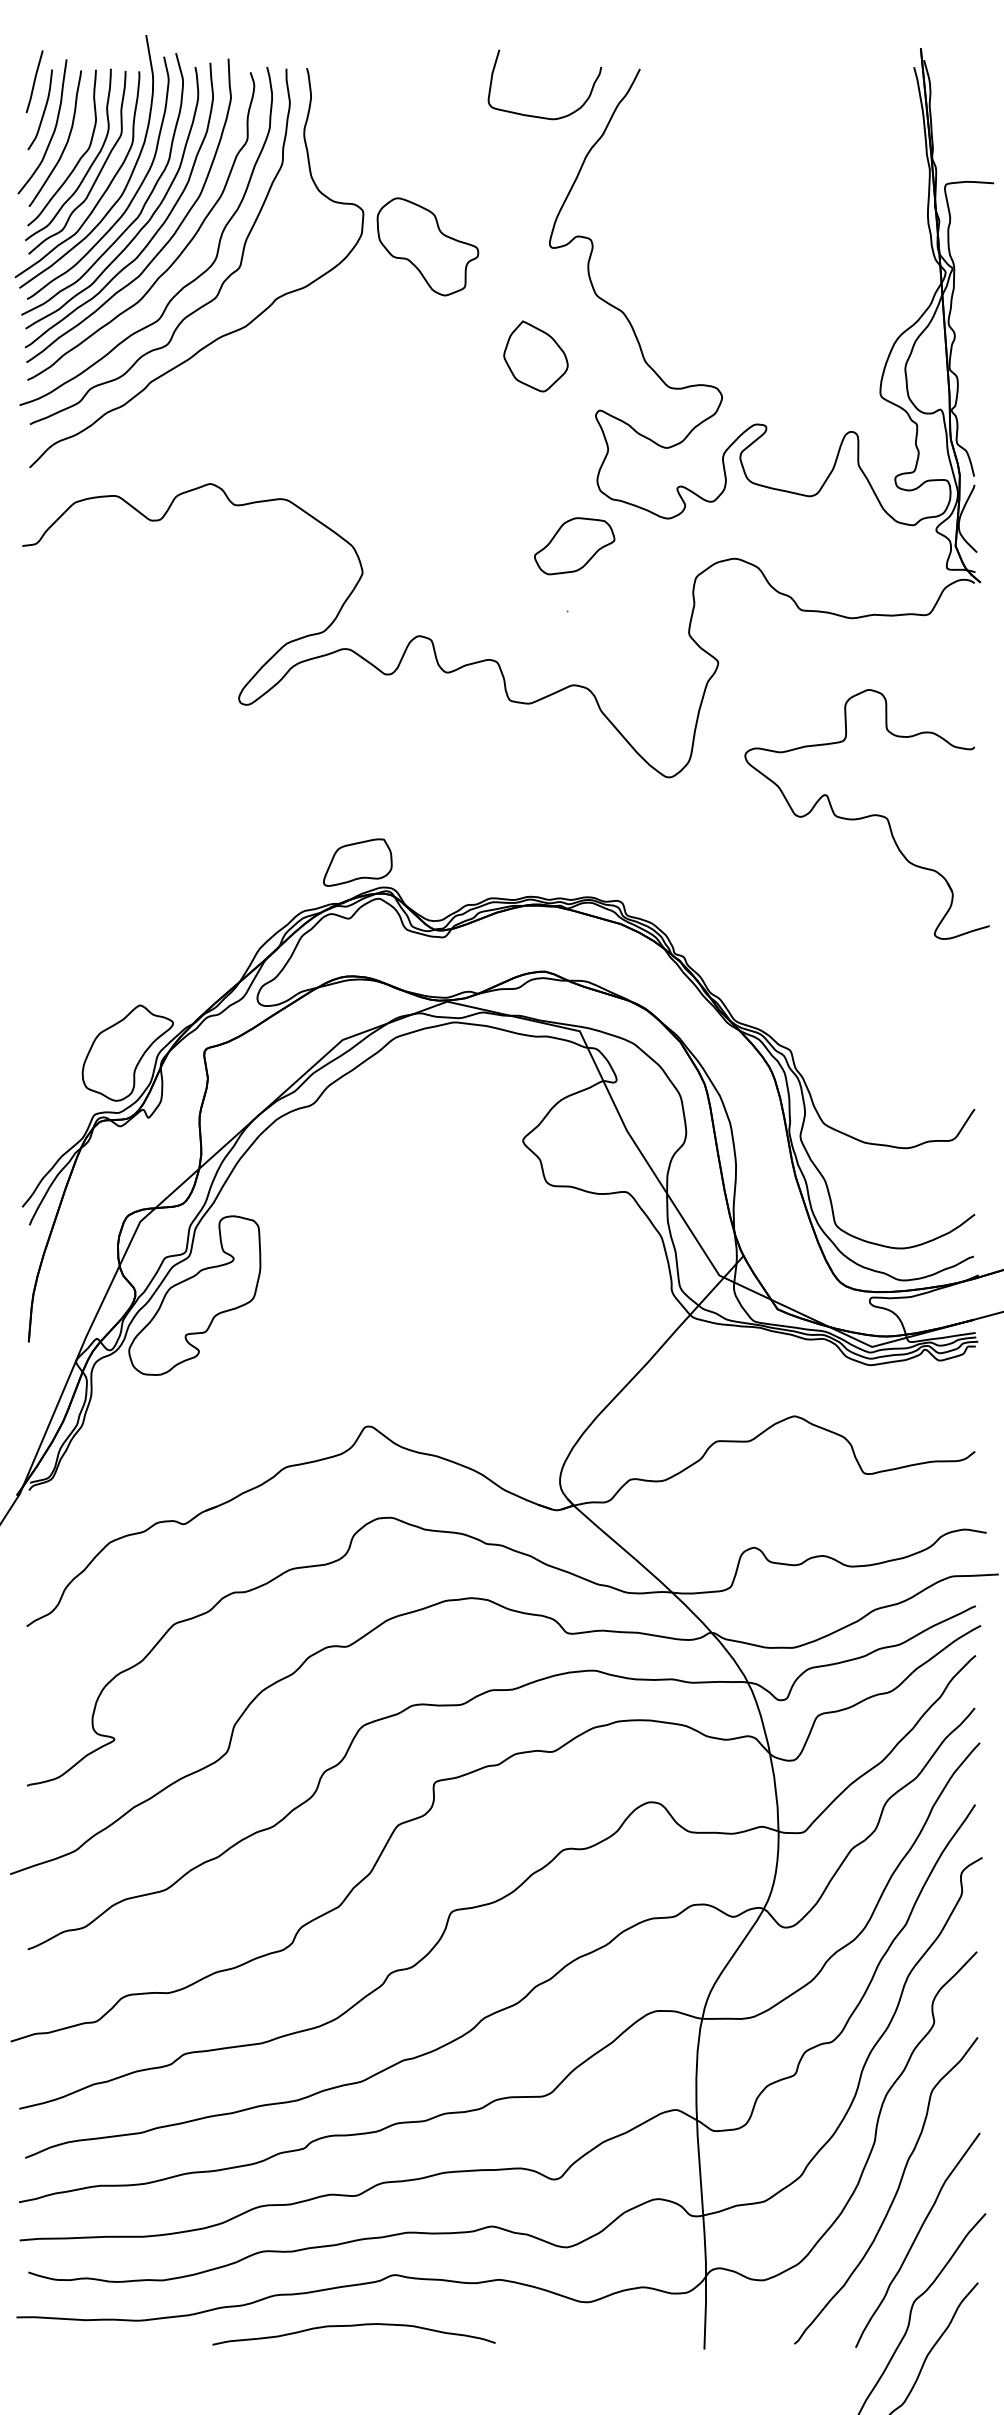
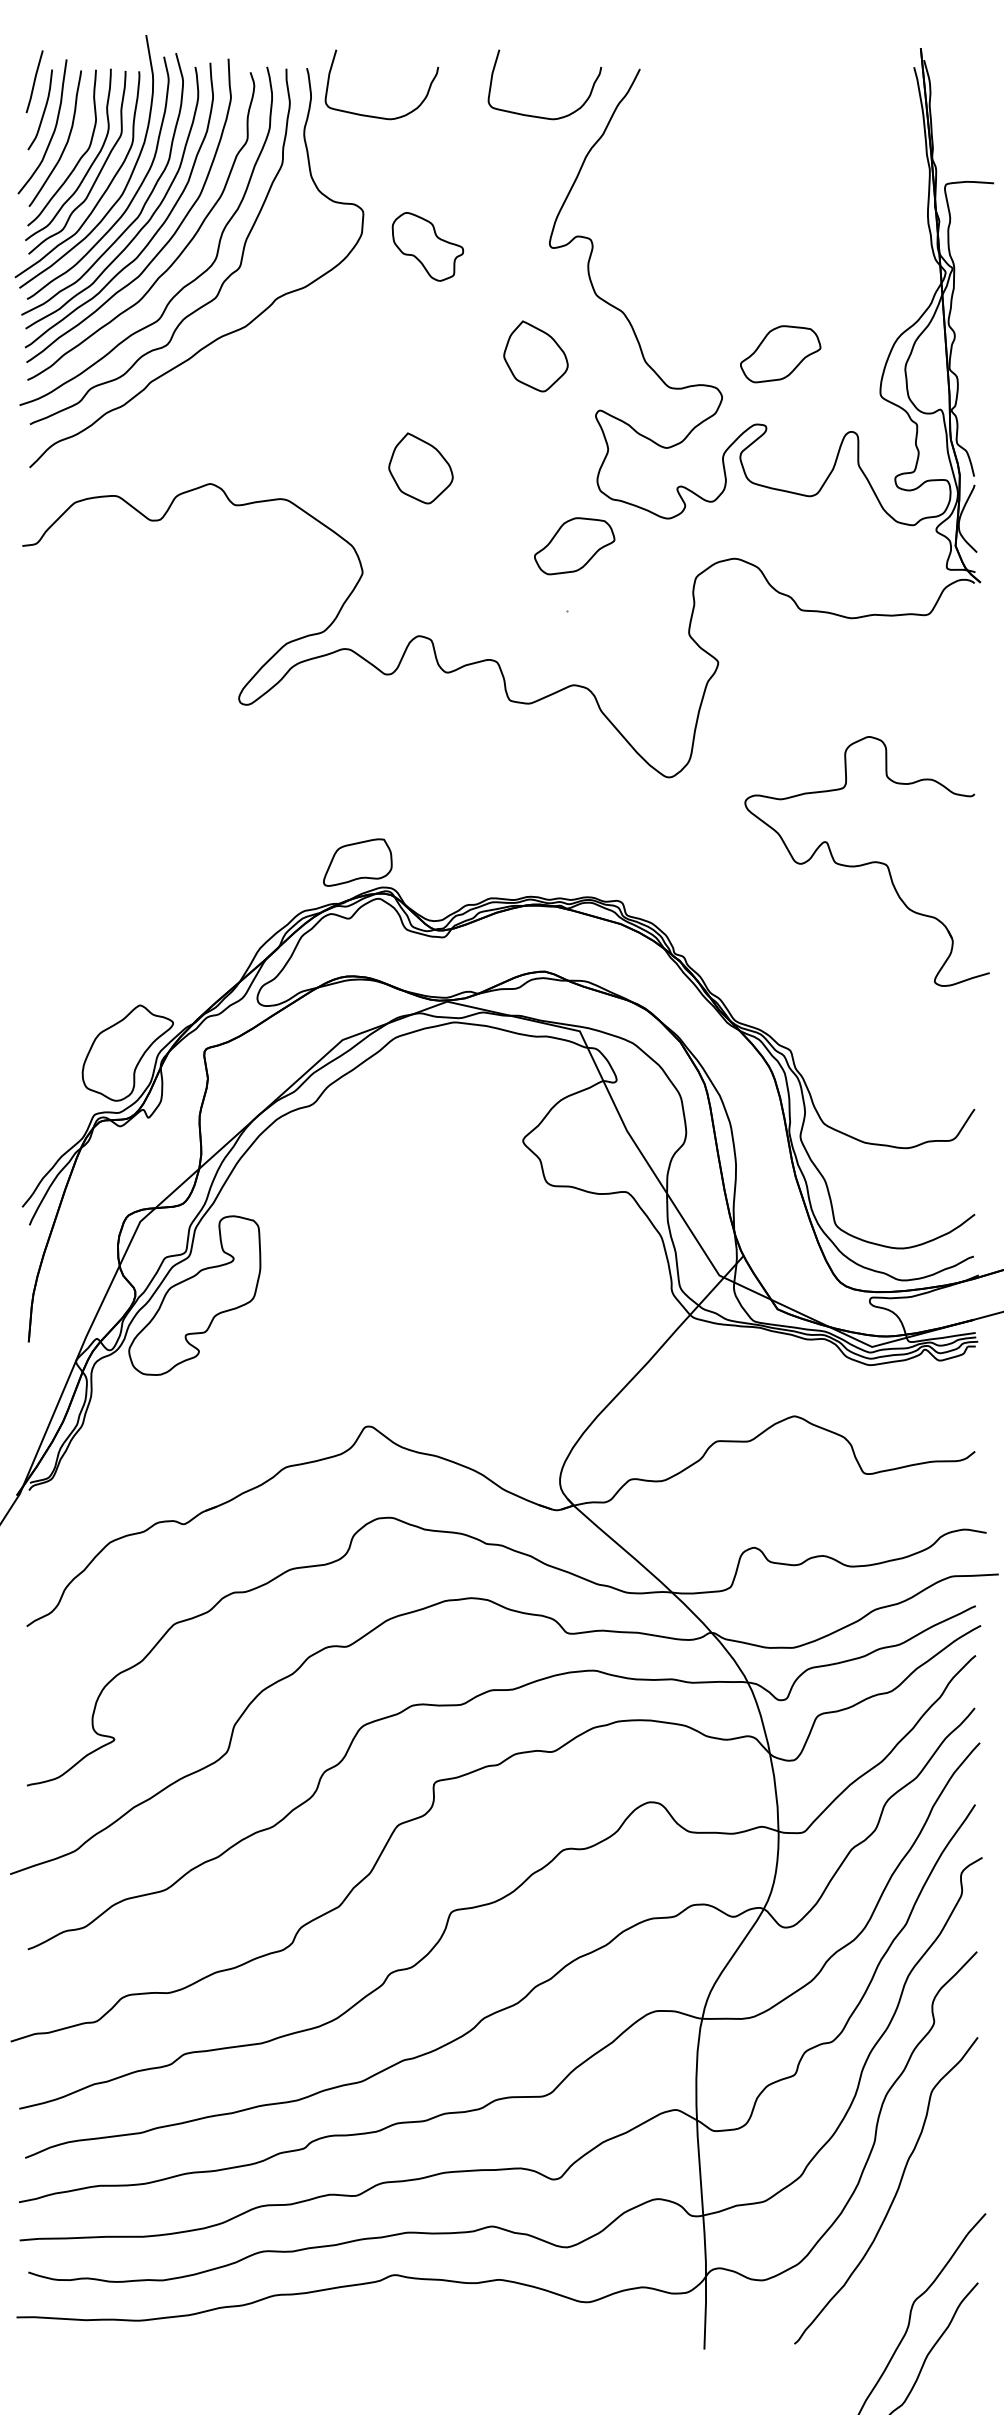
curve at (378, 116): none -> present
part at (427, 246) size: 104x100 px -> 74x70 px
part at (780, 354): none -> present
part at (420, 468): none -> present
part at (866, 814) position: (866, 814) -> (866, 861)
curve at (916, 2239): present -> none
curve at (353, 2326): present -> none
